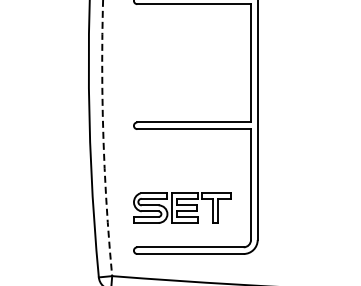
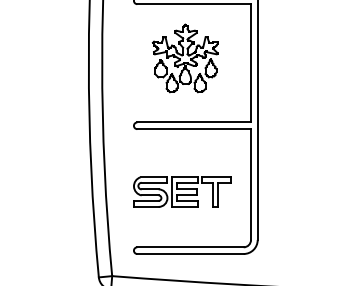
part at (184, 58): none -> present
arc at (103, 138): dashed -> solid
part at (182, 207) position: (182, 207) -> (182, 191)
